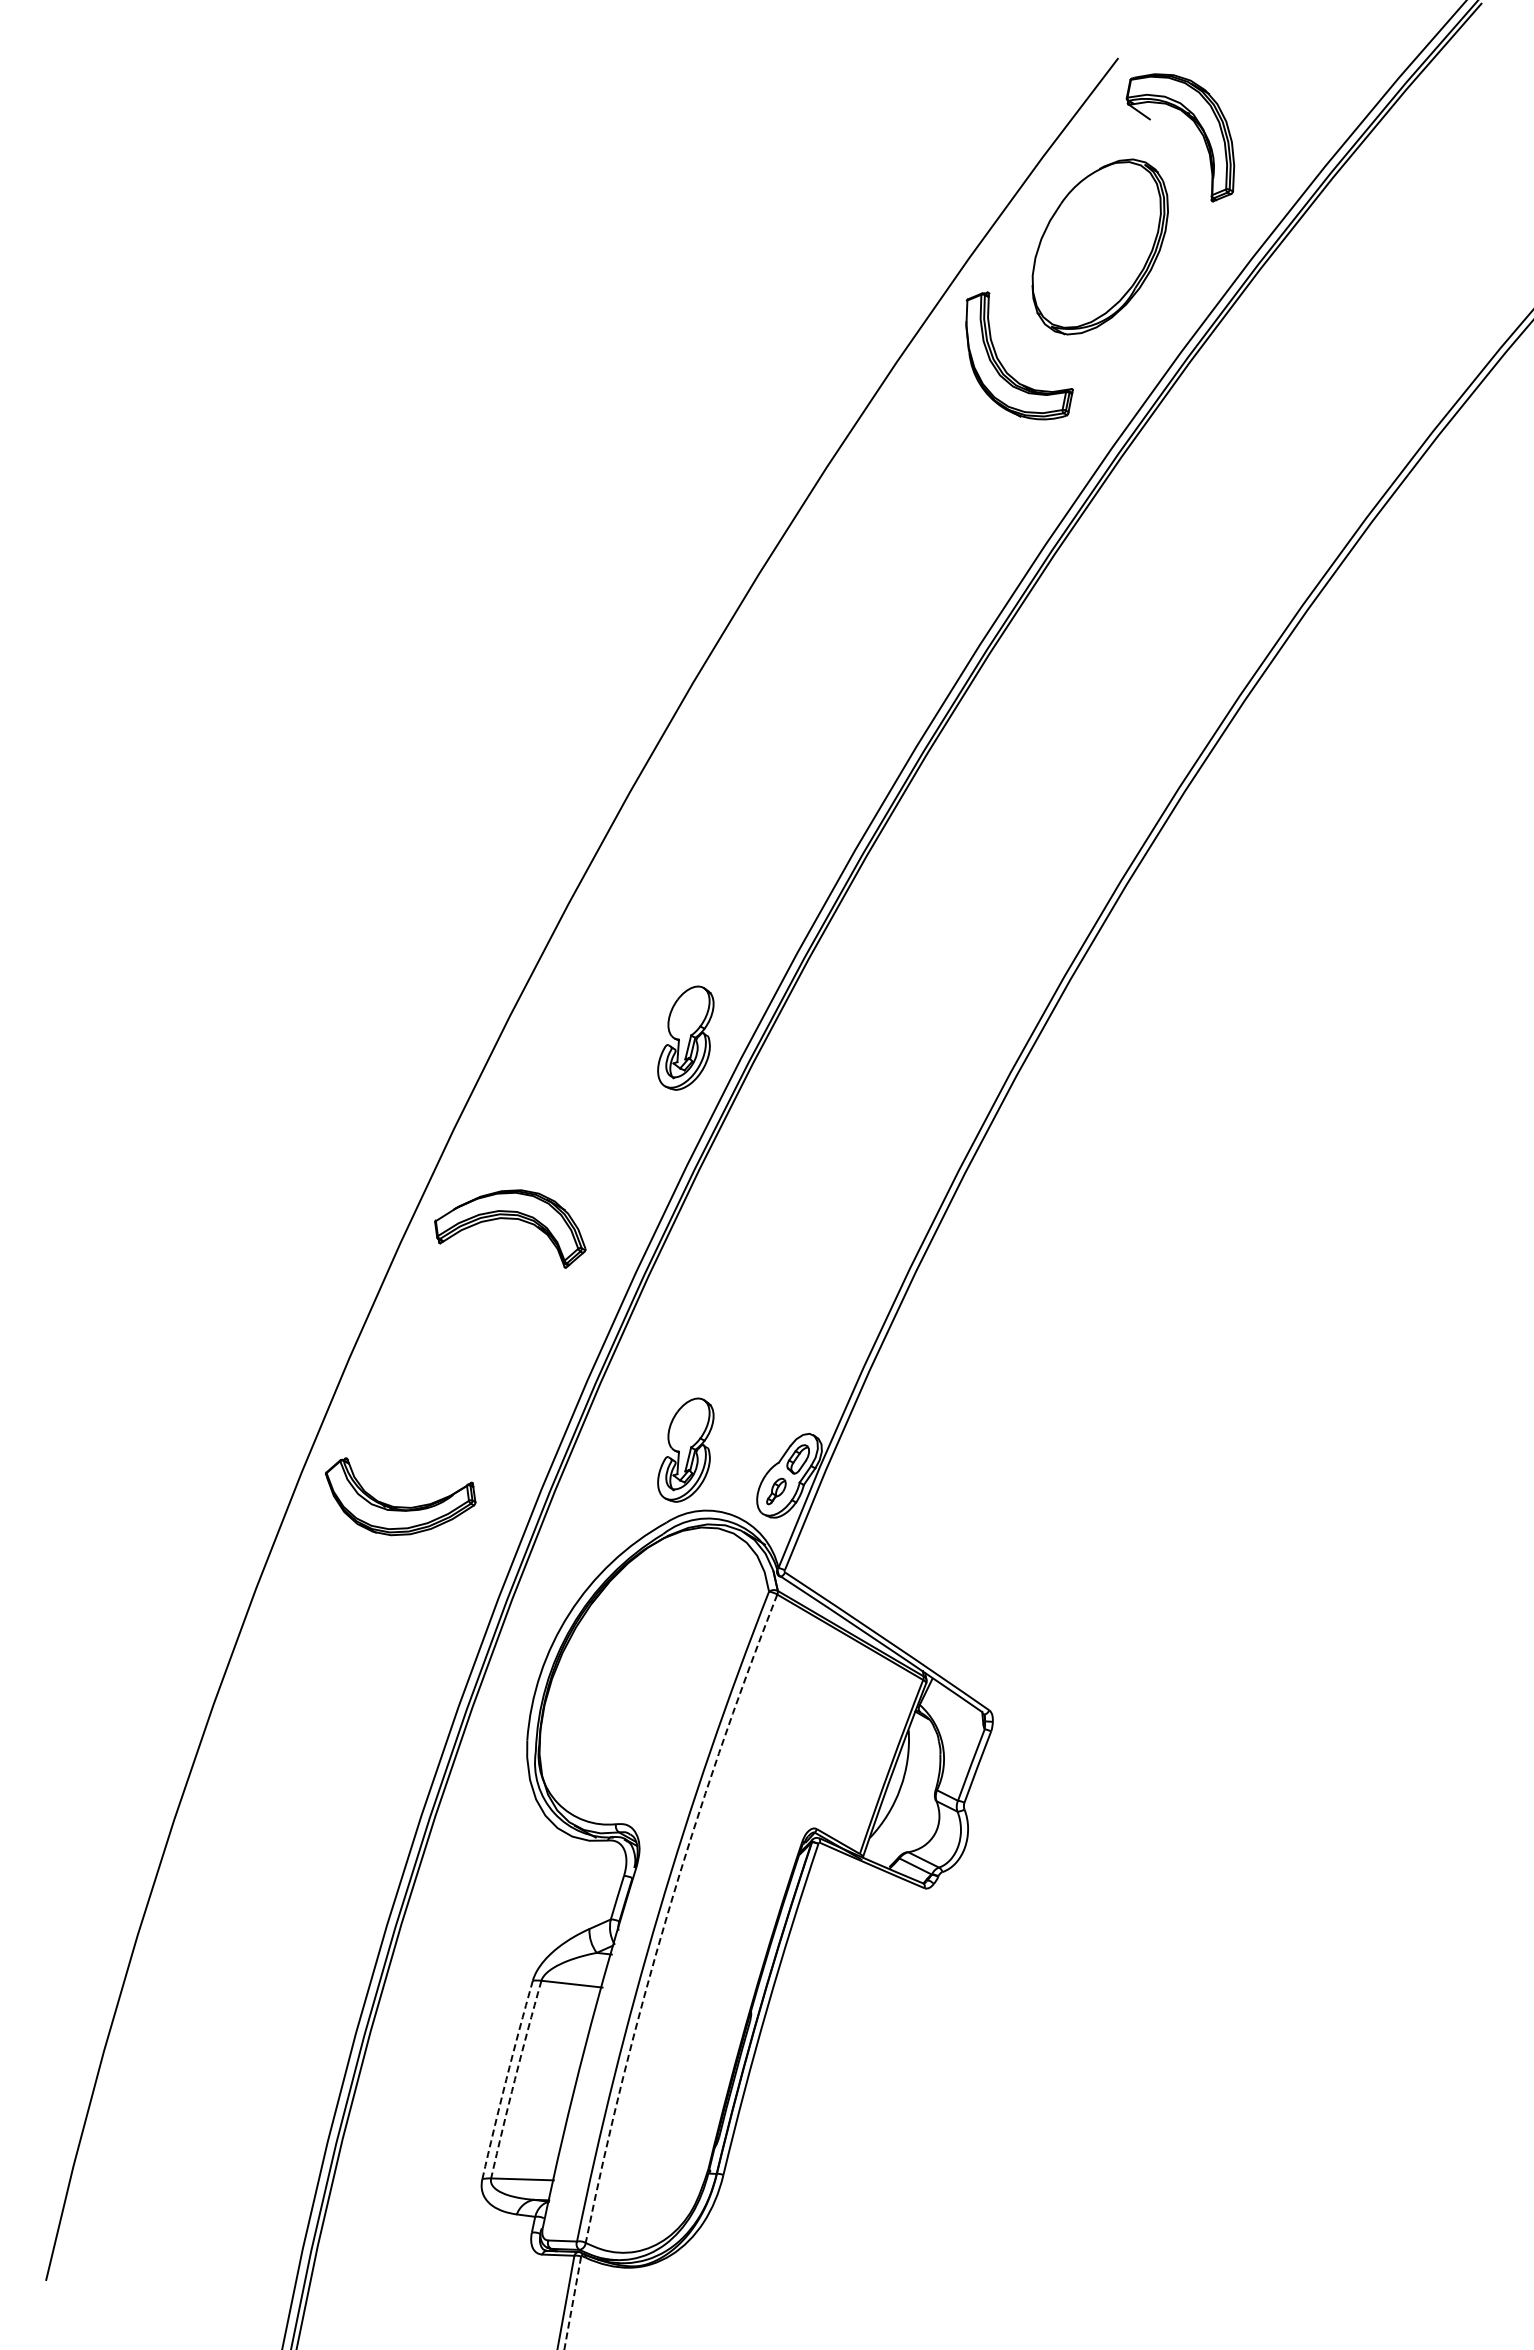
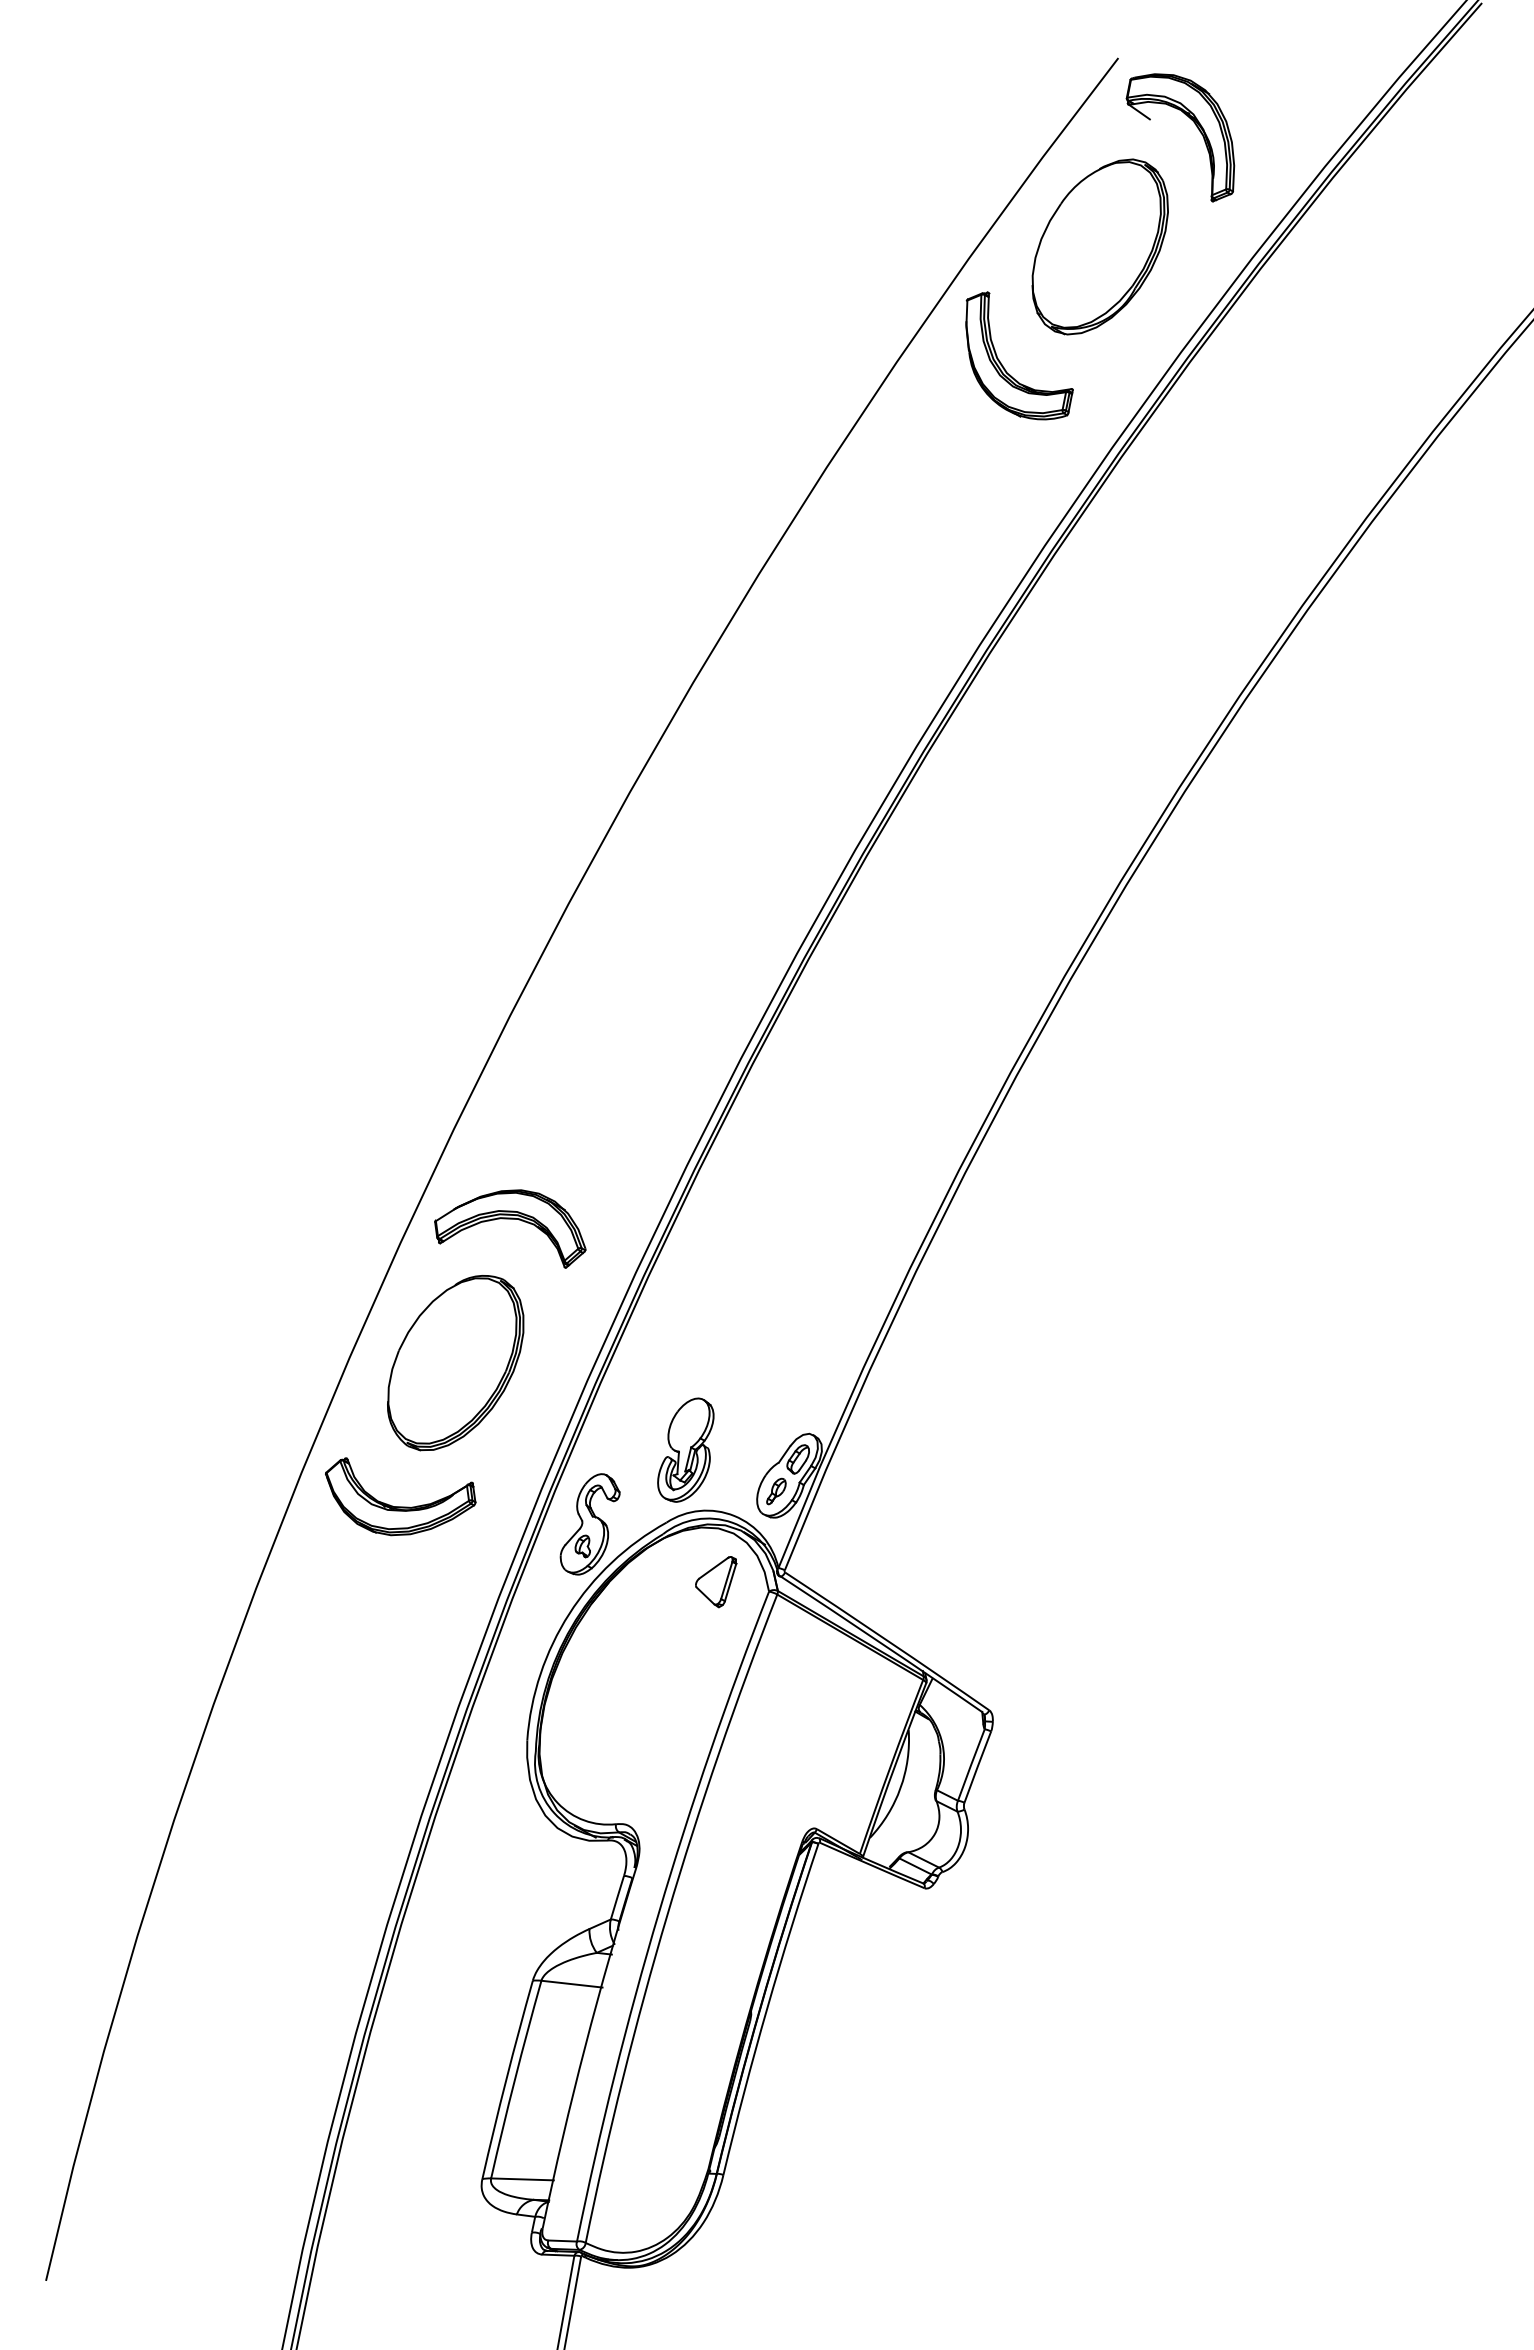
part at (685, 1037): present -> none
part at (455, 1363): none -> present
part at (589, 1524): none -> present
part at (716, 1582): none -> present
arc at (667, 1914): dashed -> solid
arc at (506, 2079): dashed -> solid
arc at (515, 2079): dashed -> solid
line at (572, 2303): dashed -> solid
